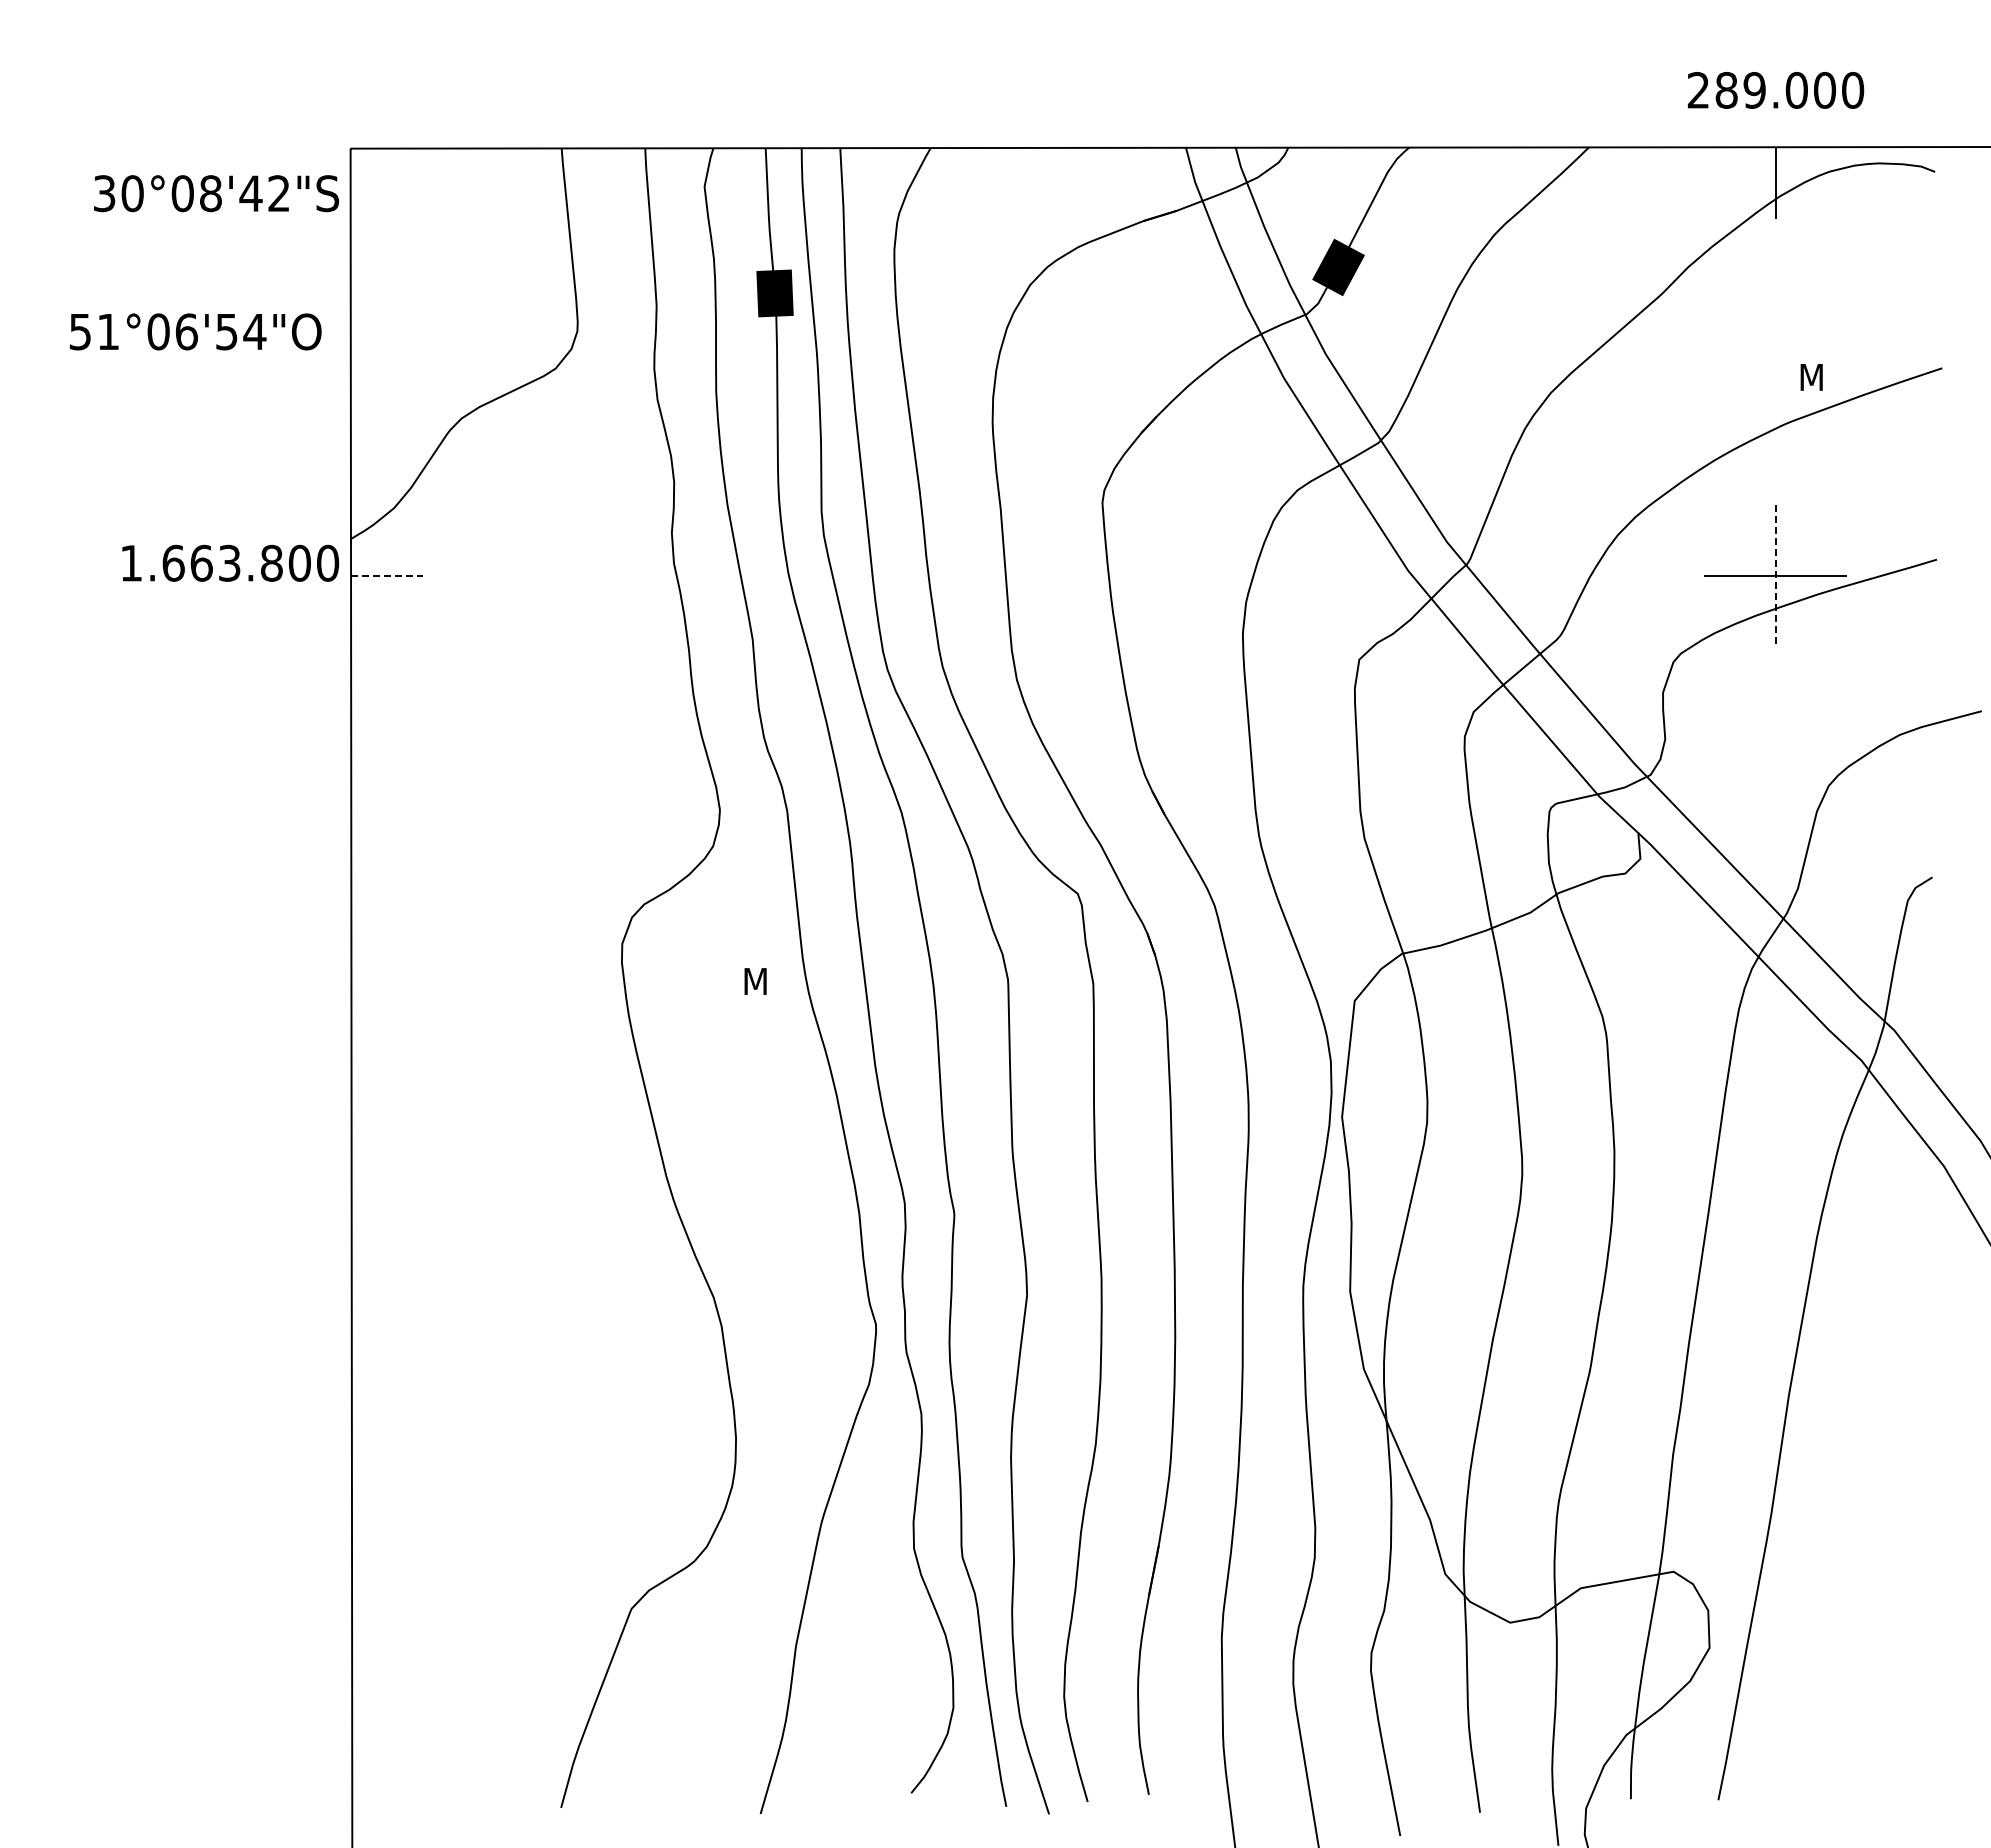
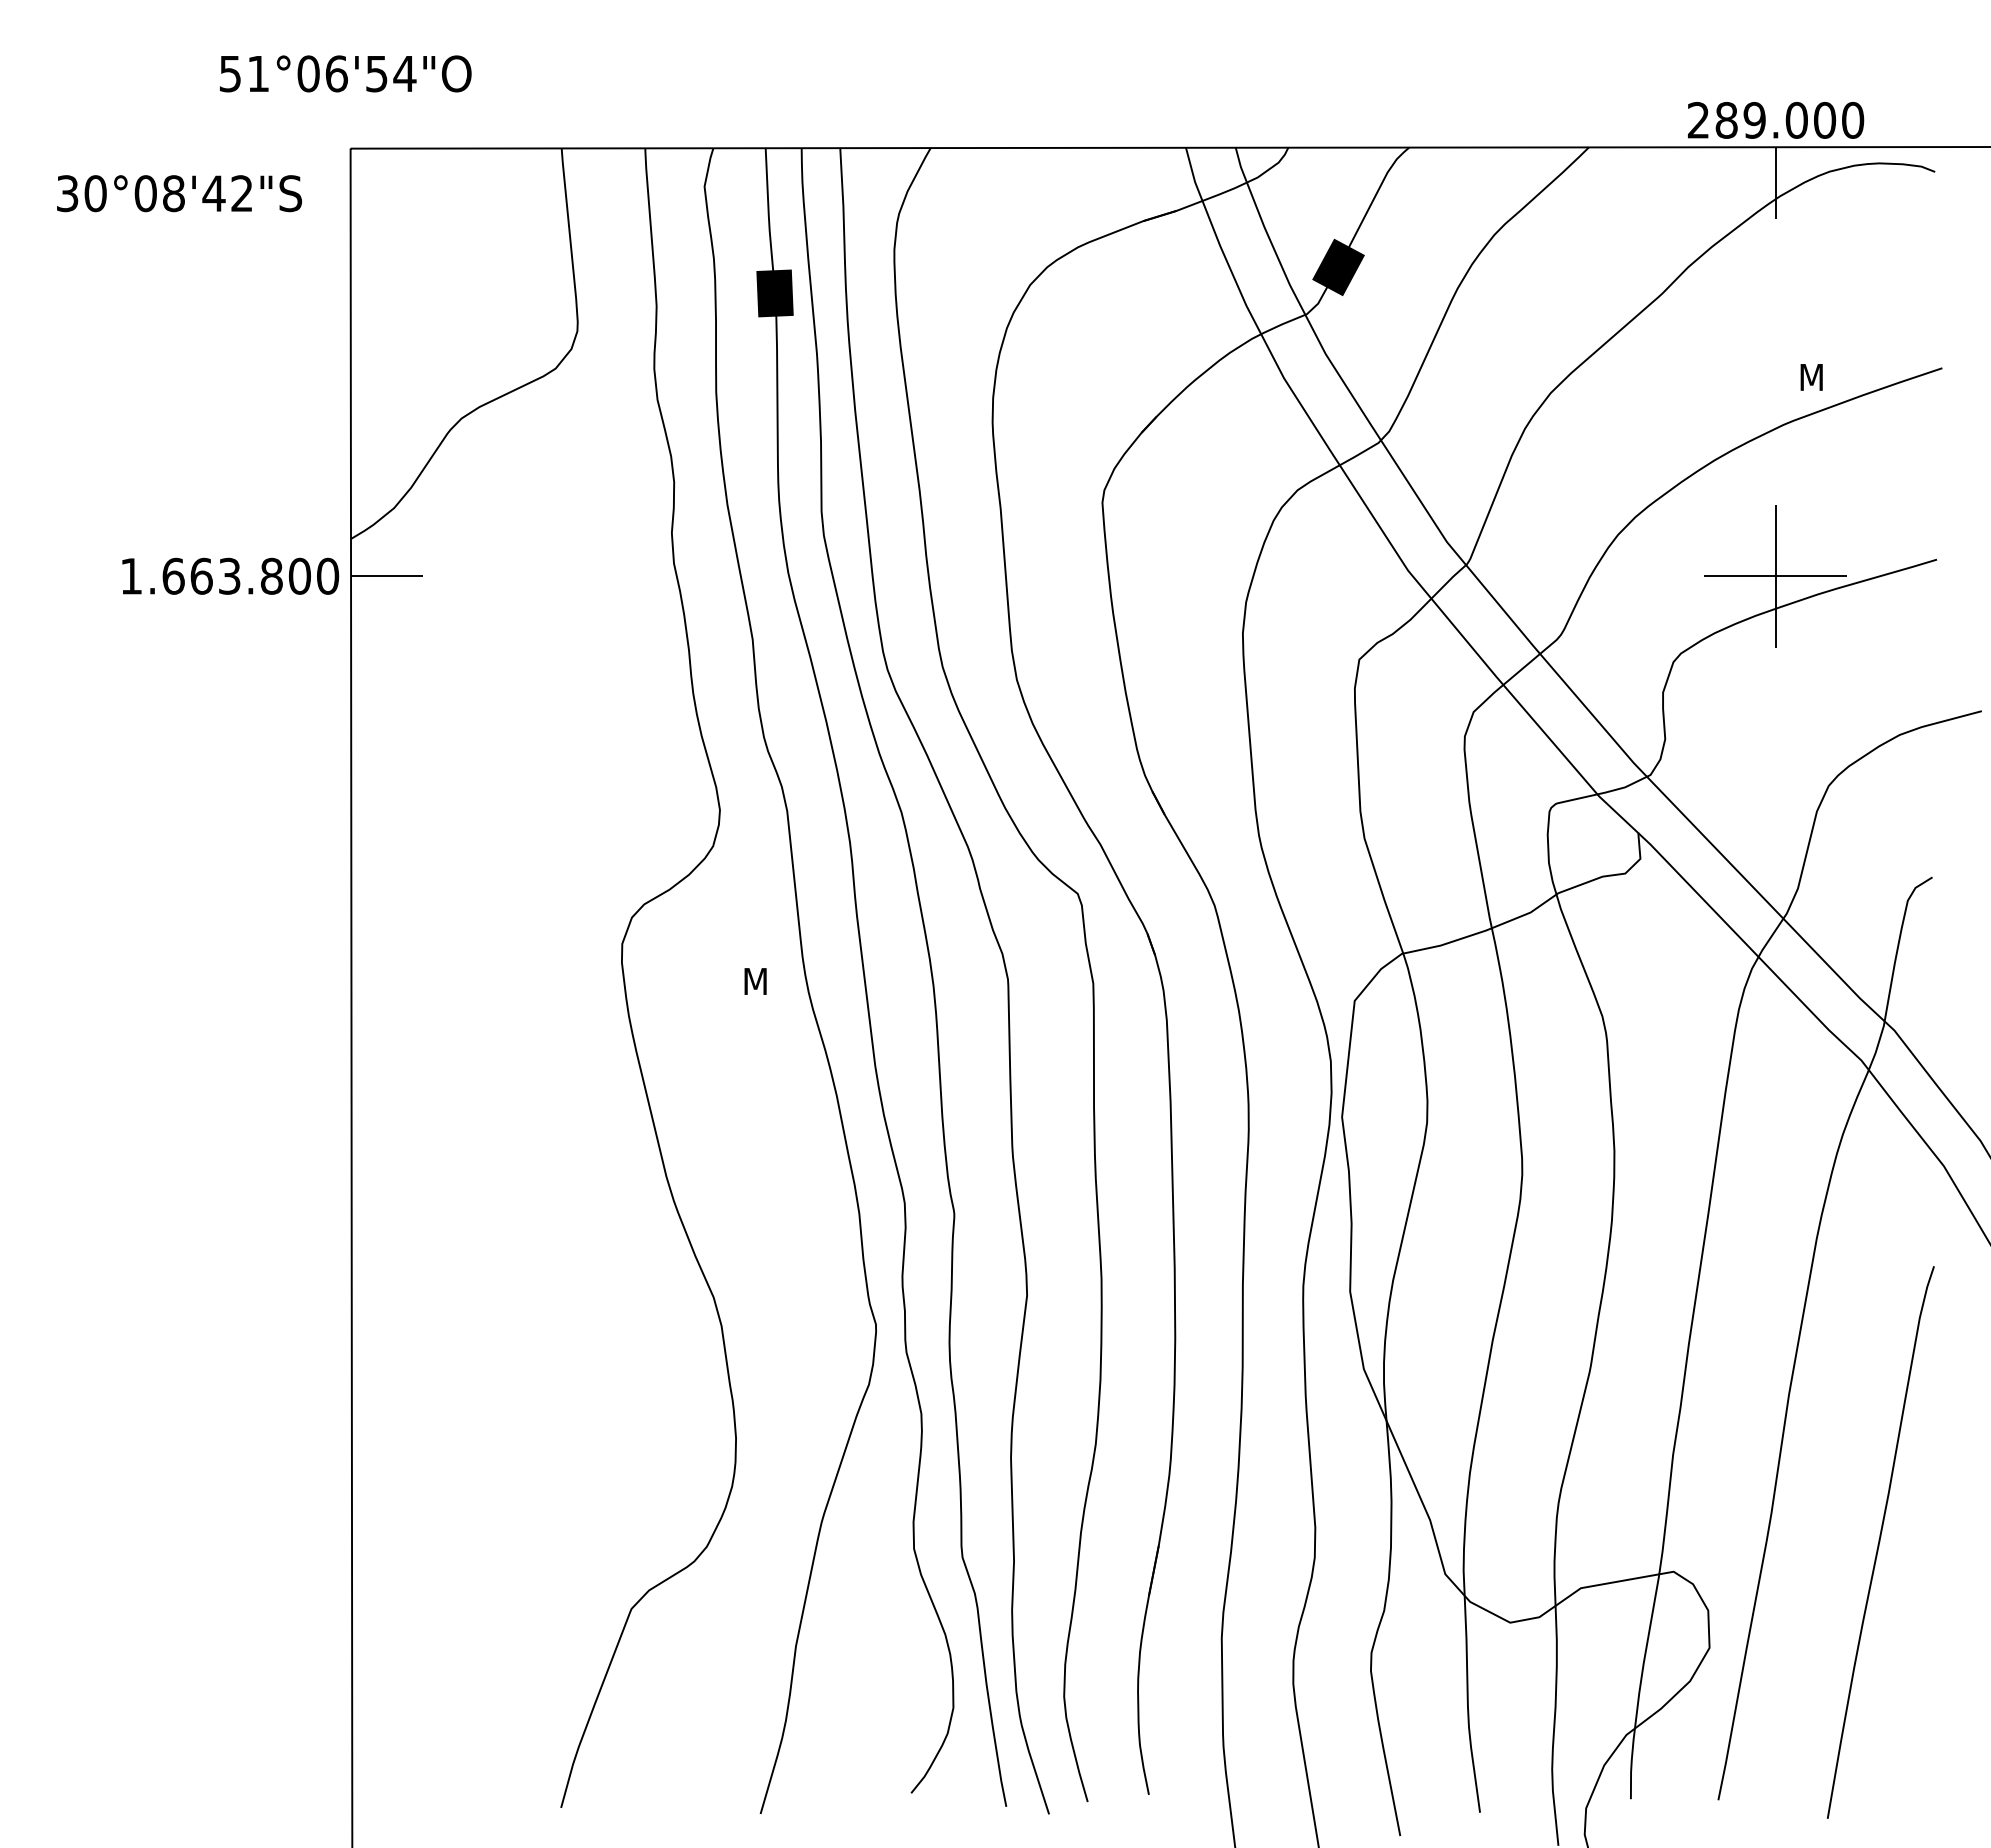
text at (1776, 90) position: (1776, 90) -> (1776, 120)
text at (216, 193) position: (216, 193) -> (179, 193)
text at (195, 331) position: (195, 331) -> (345, 73)
text at (230, 562) position: (230, 562) -> (230, 575)
line at (386, 576): dashed -> solid
line at (1775, 576): dashed -> solid
curve at (1880, 1542): none -> present
